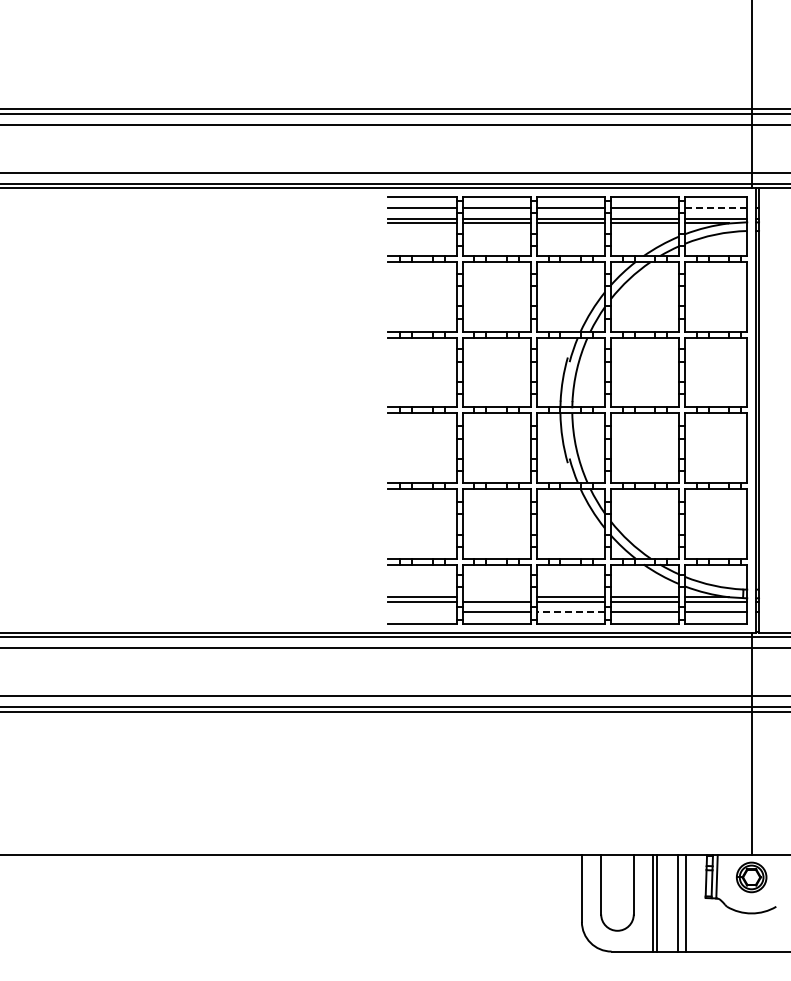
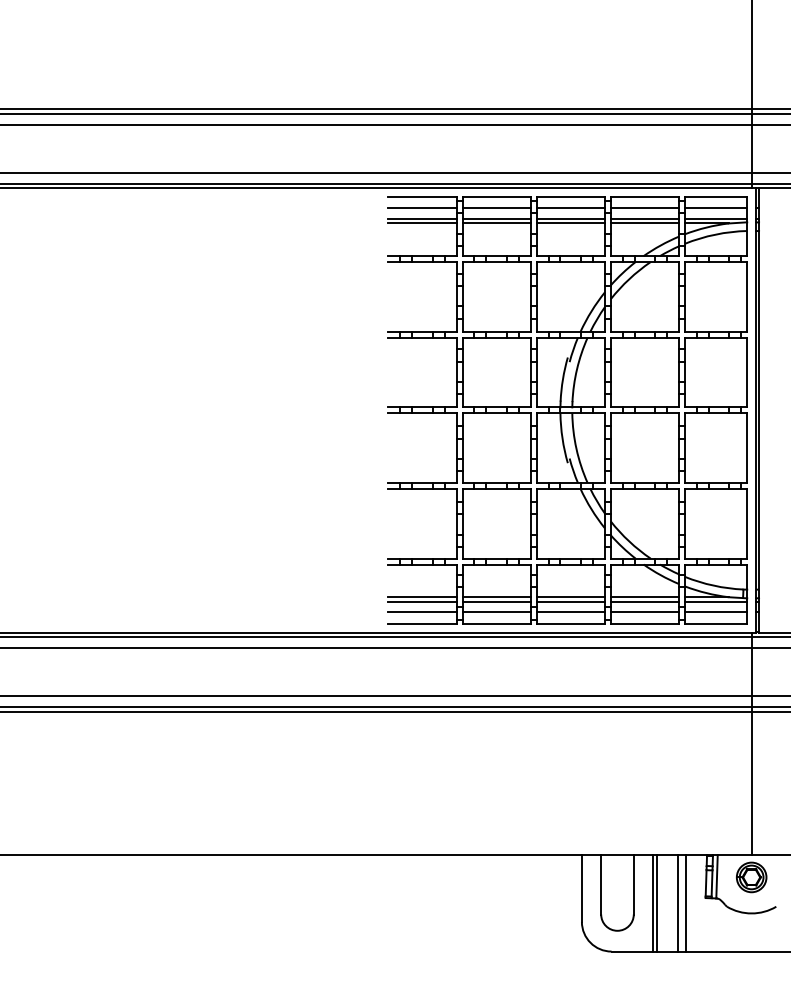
line at (715, 208): dashed -> solid
line at (496, 597): none -> present
line at (422, 612): none -> present
line at (570, 612): dashed -> solid
